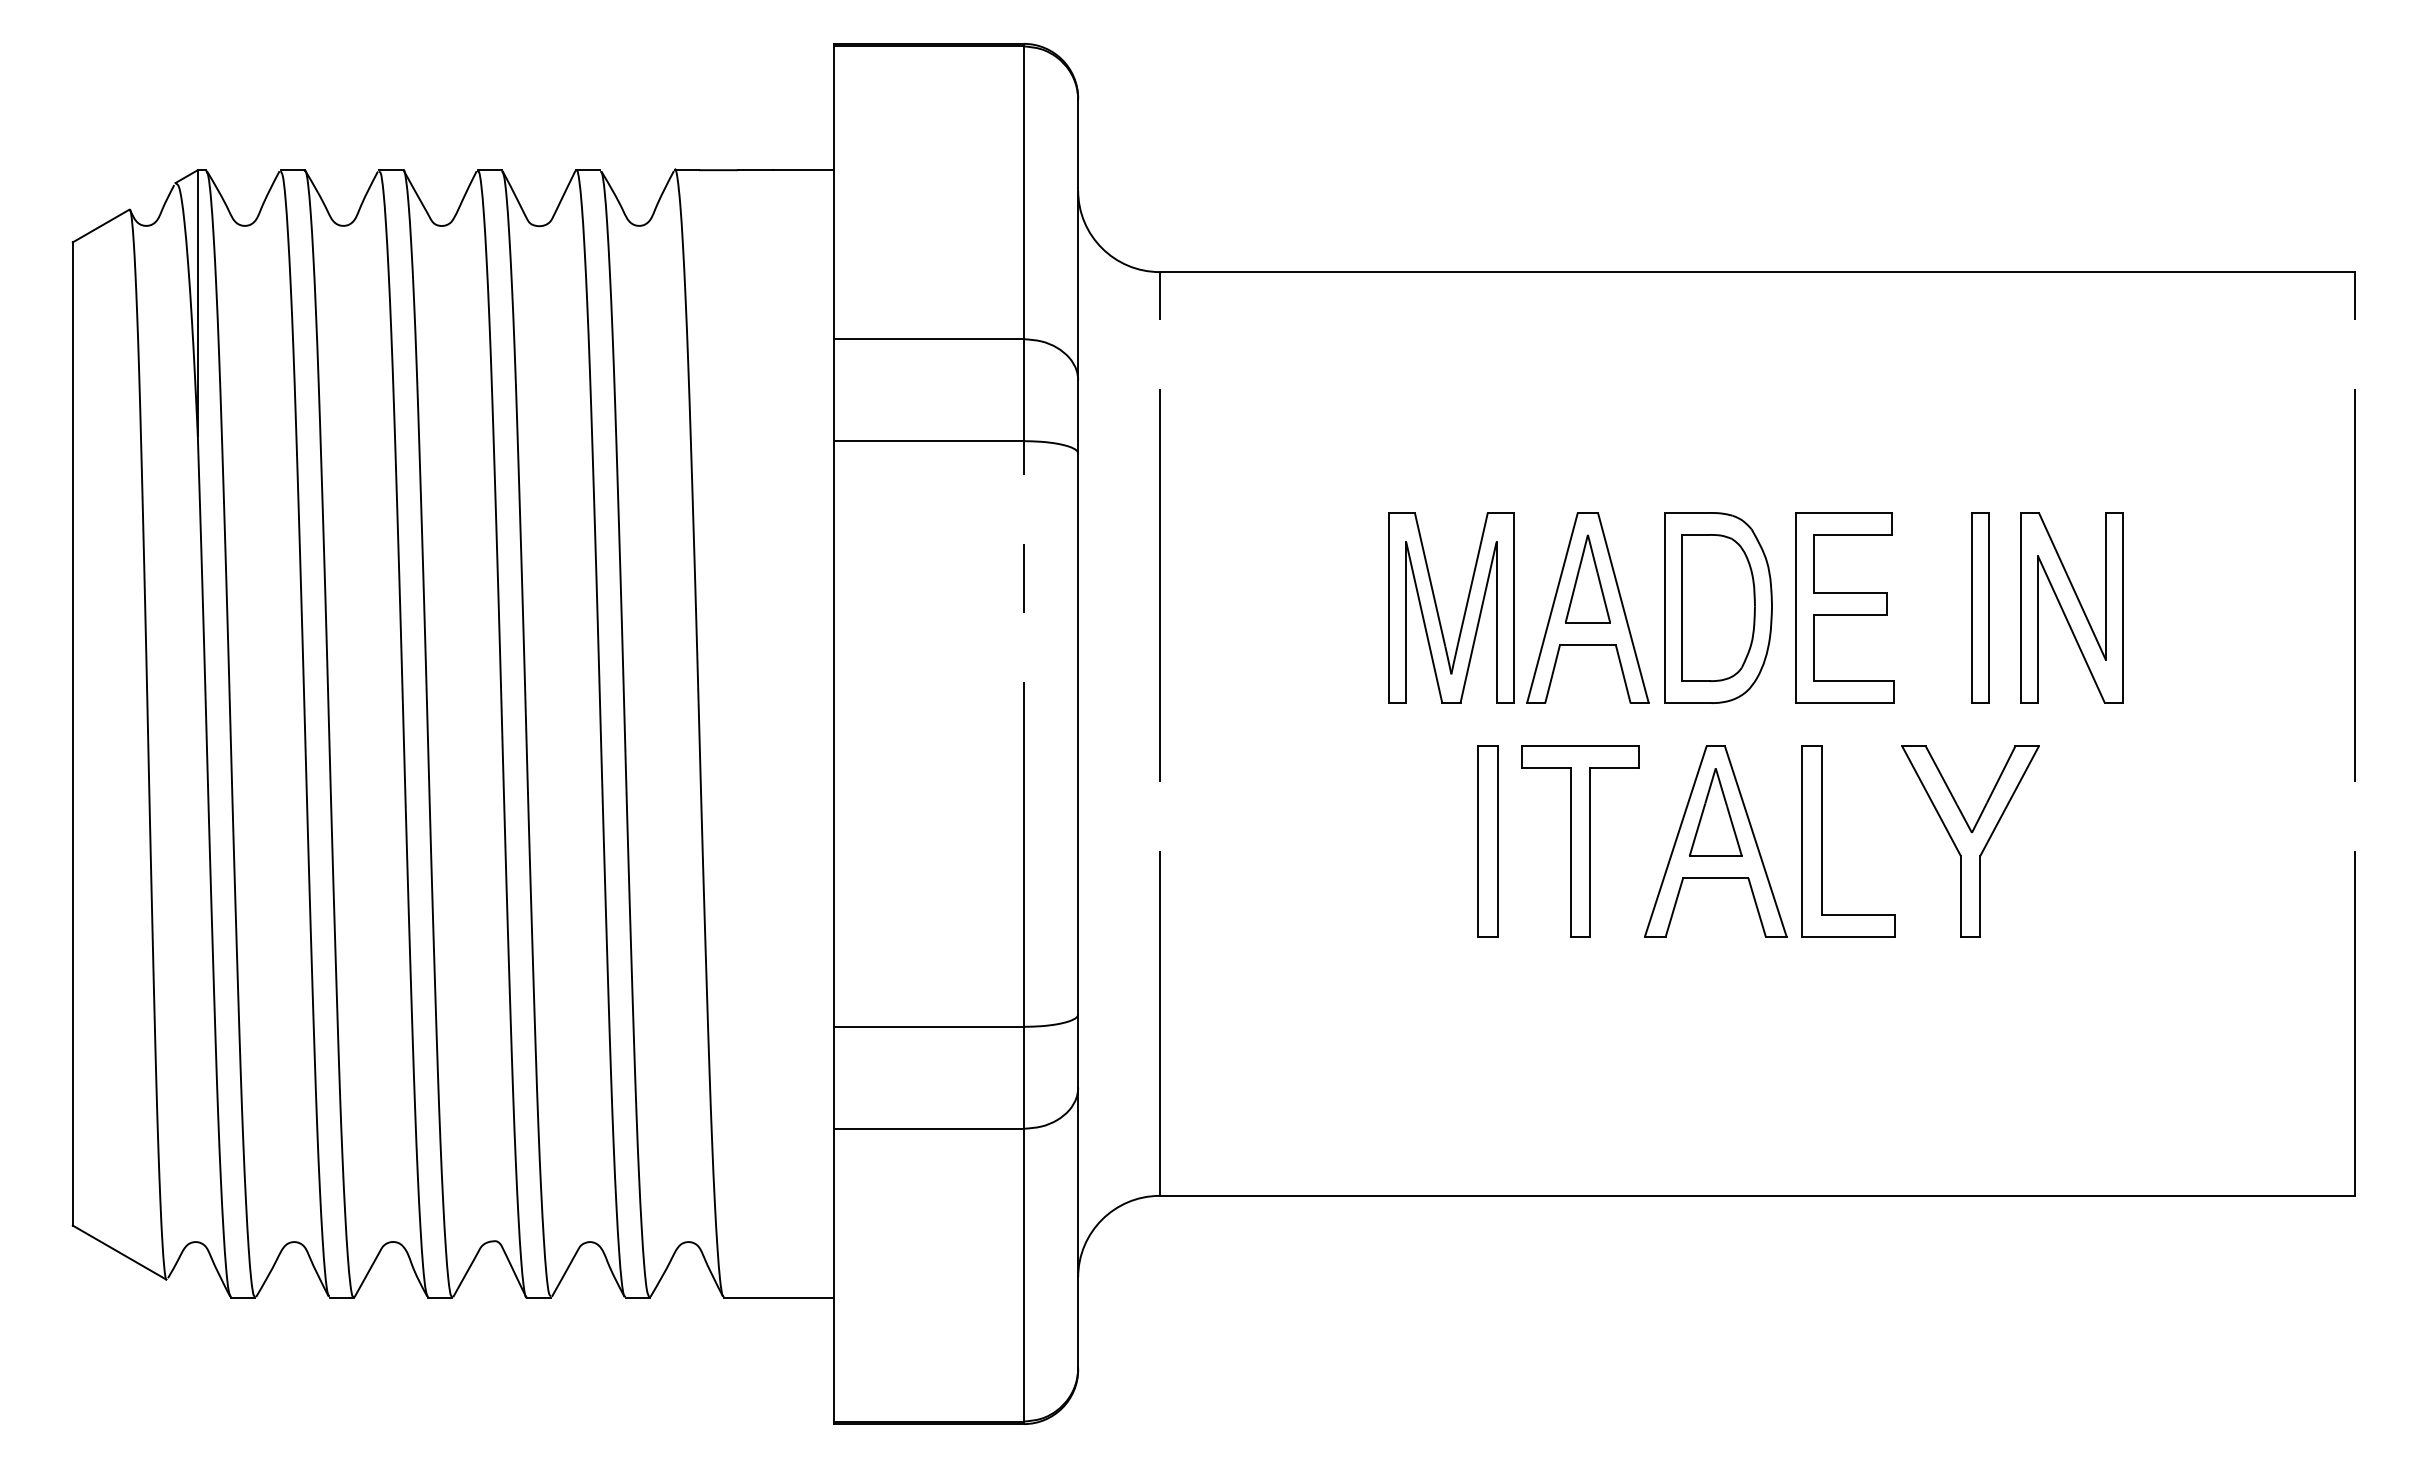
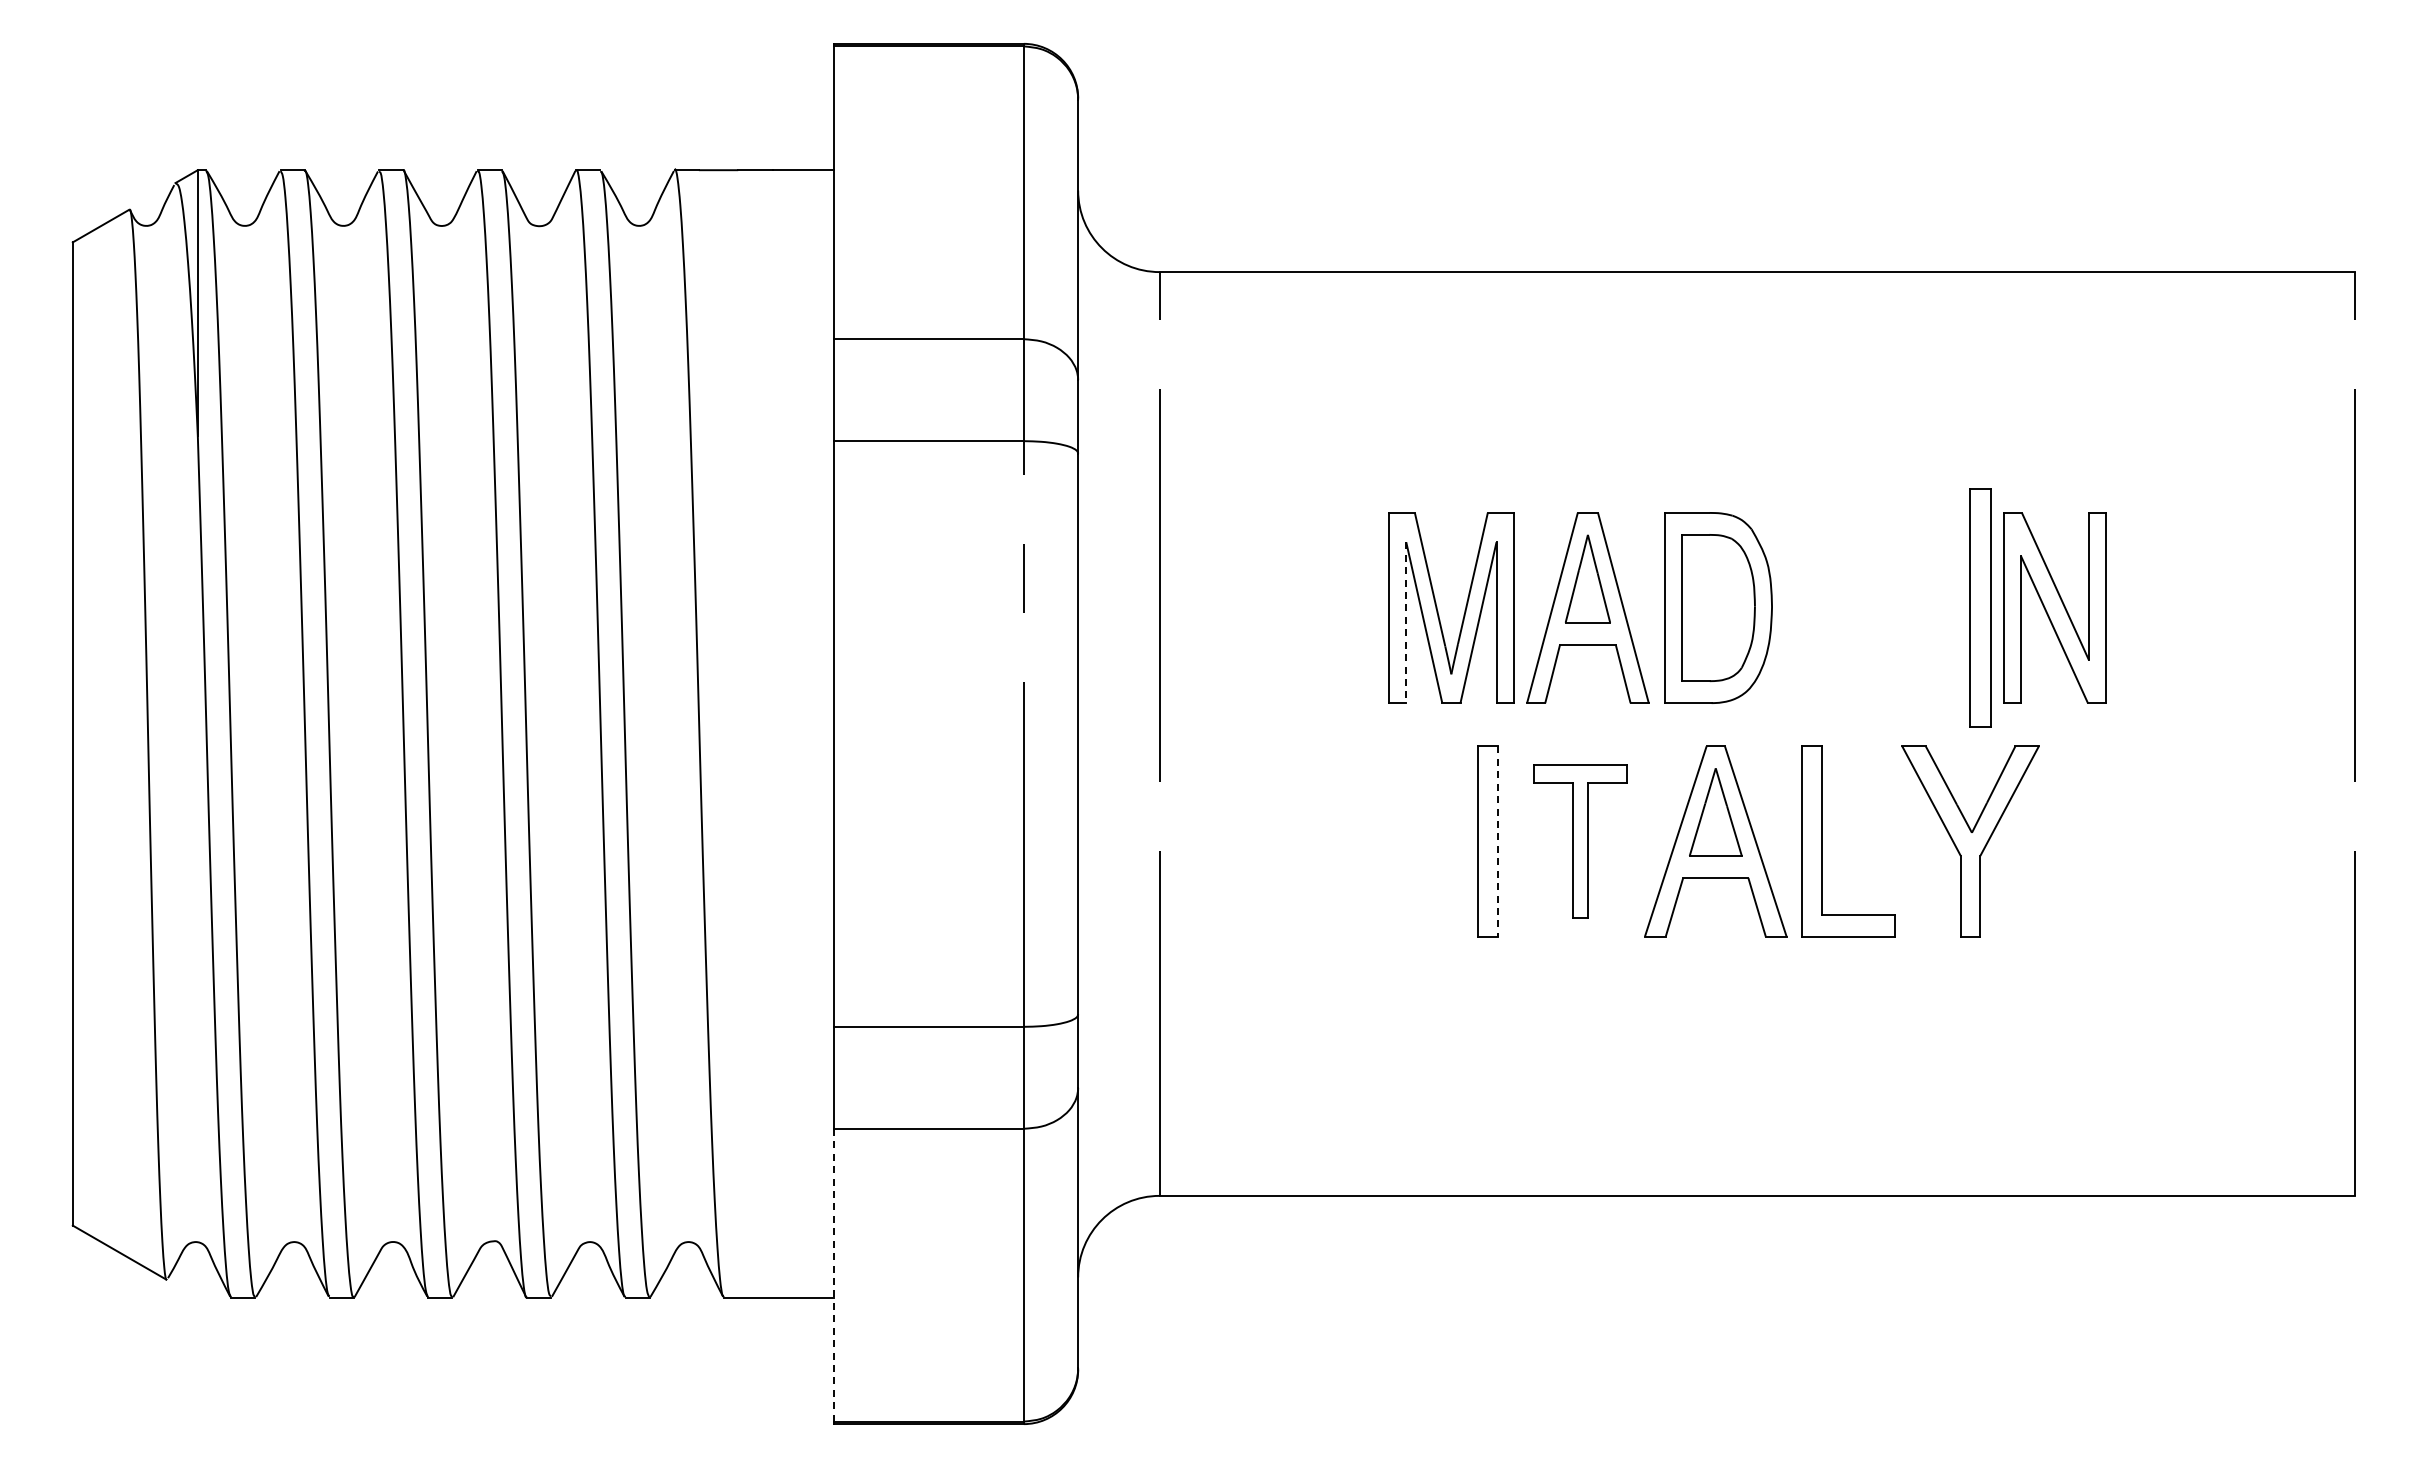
part at (1844, 607): present -> none
part at (1980, 607) size: 19x192 px -> 23x240 px
part at (2071, 607) position: (2071, 607) -> (2054, 607)
line at (1406, 623): solid -> dashed
line at (1497, 841): solid -> dashed
part at (1580, 841) size: 119x193 px -> 95x155 px
line at (833, 1275): solid -> dashed
